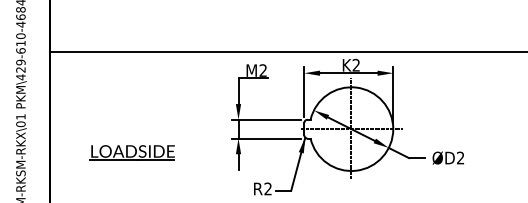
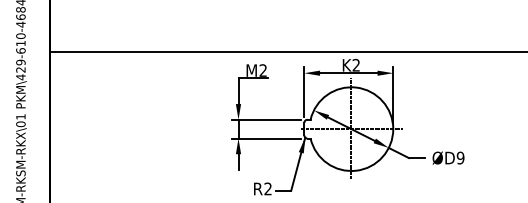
part at (131, 152): present -> none
text at (460, 157): ØD2 -> ØD9
